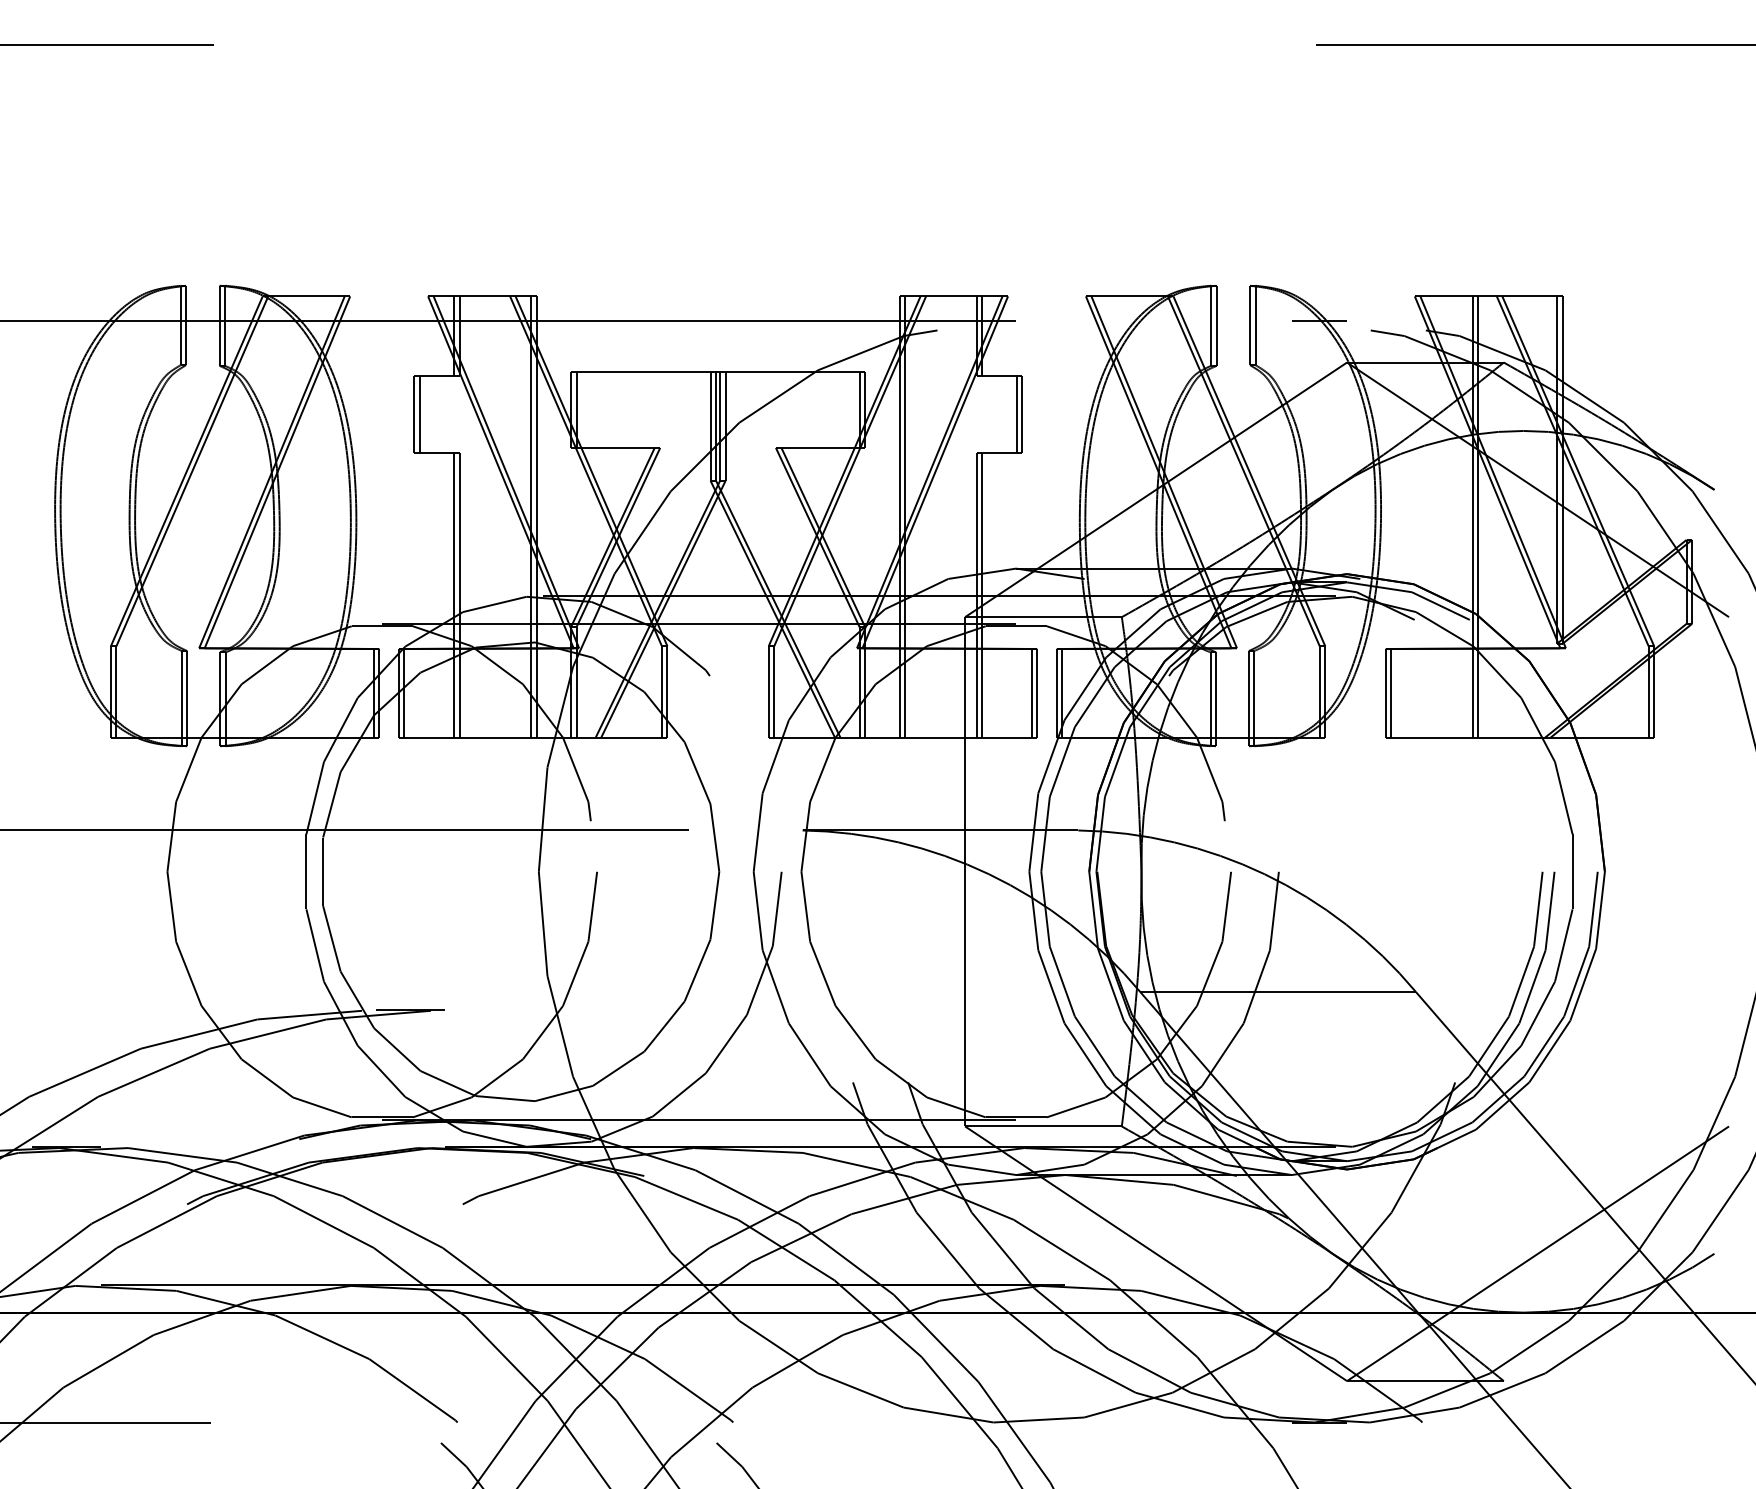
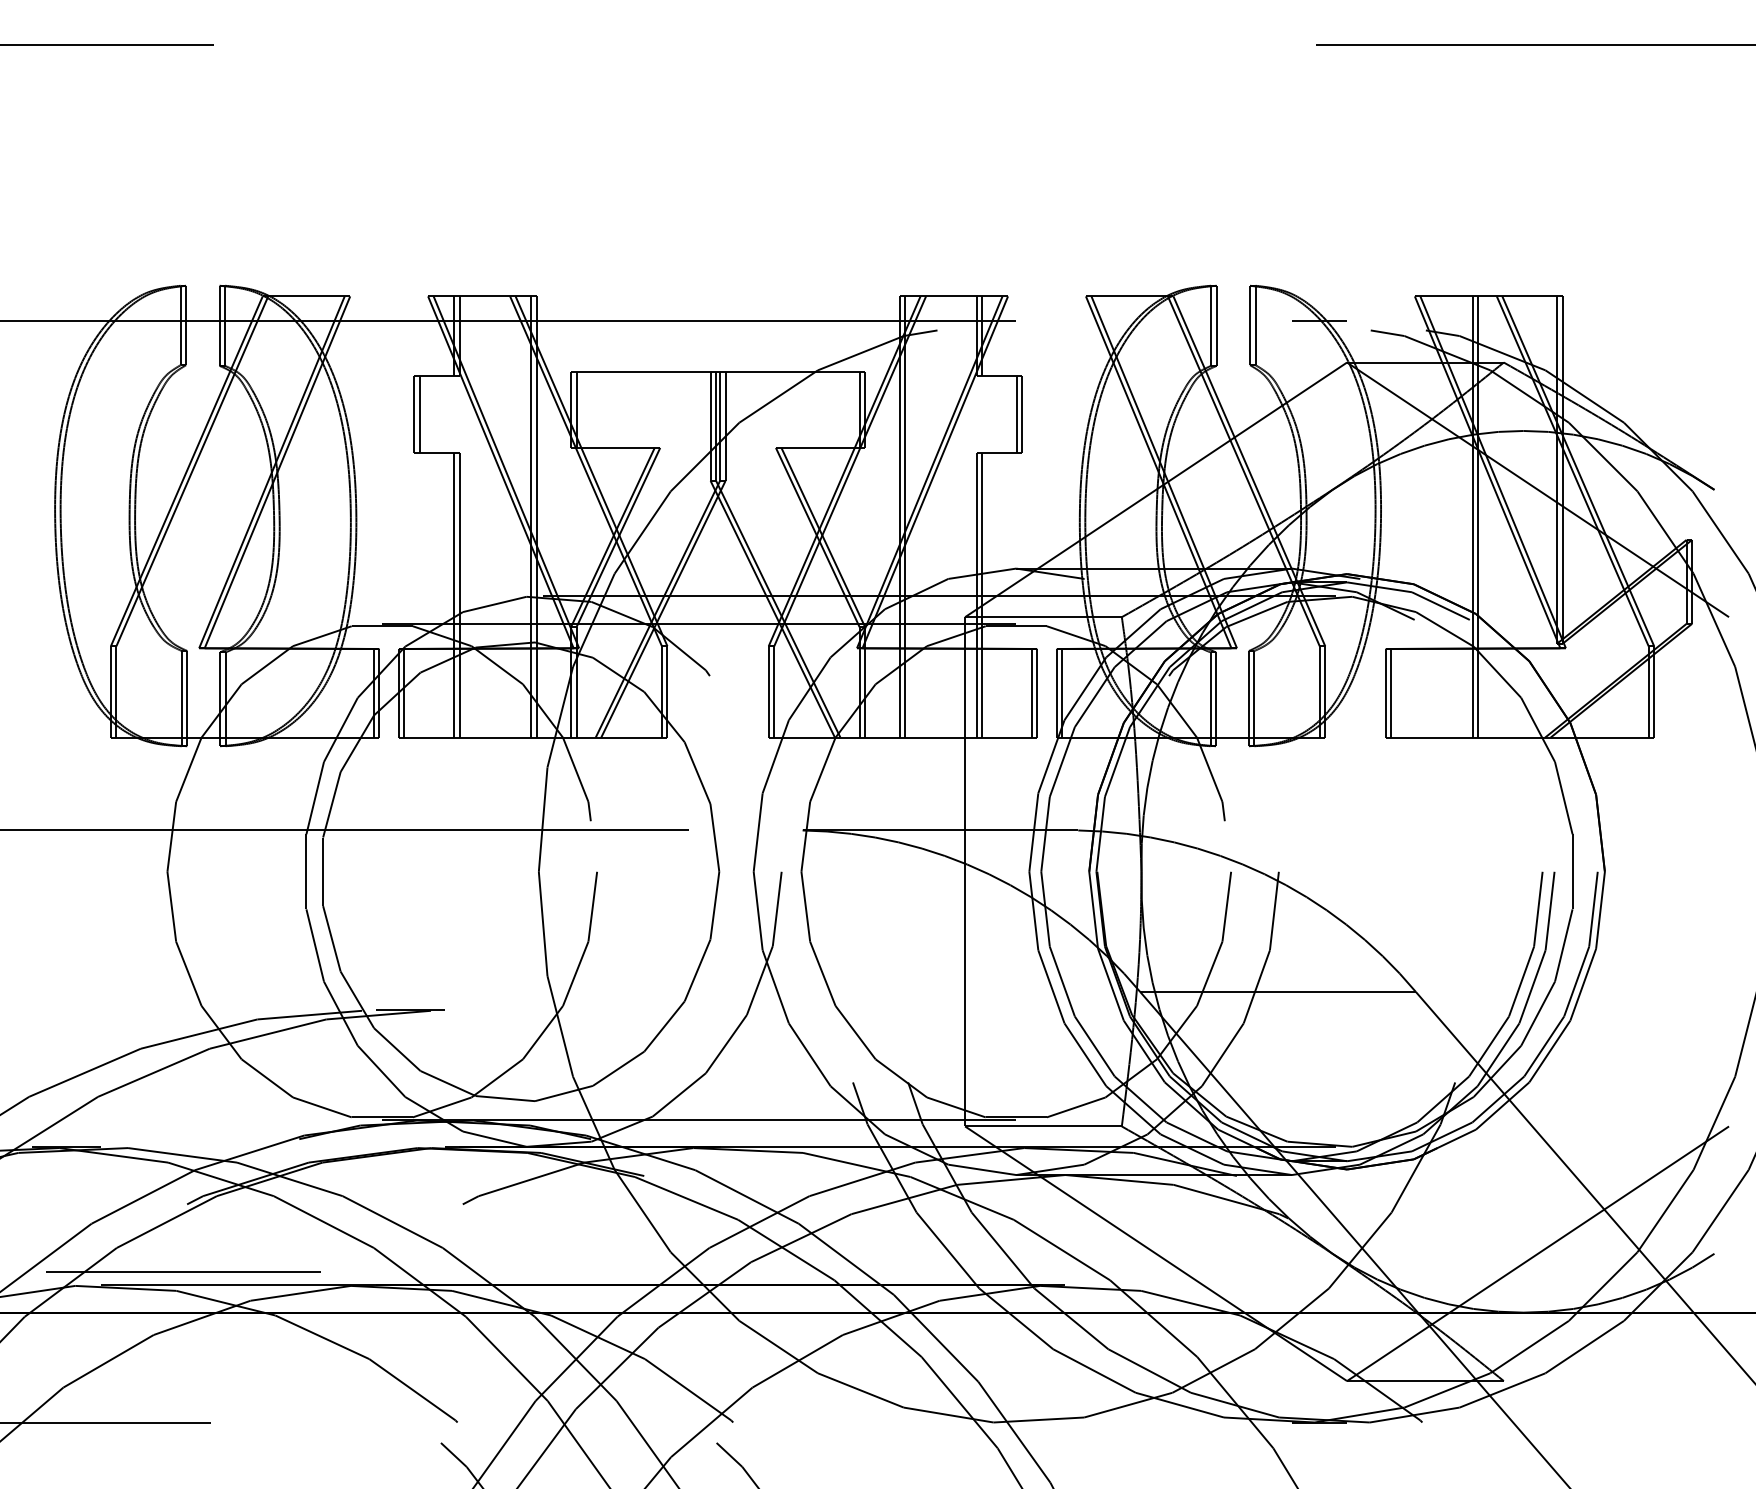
line at (183, 1271): none -> present
